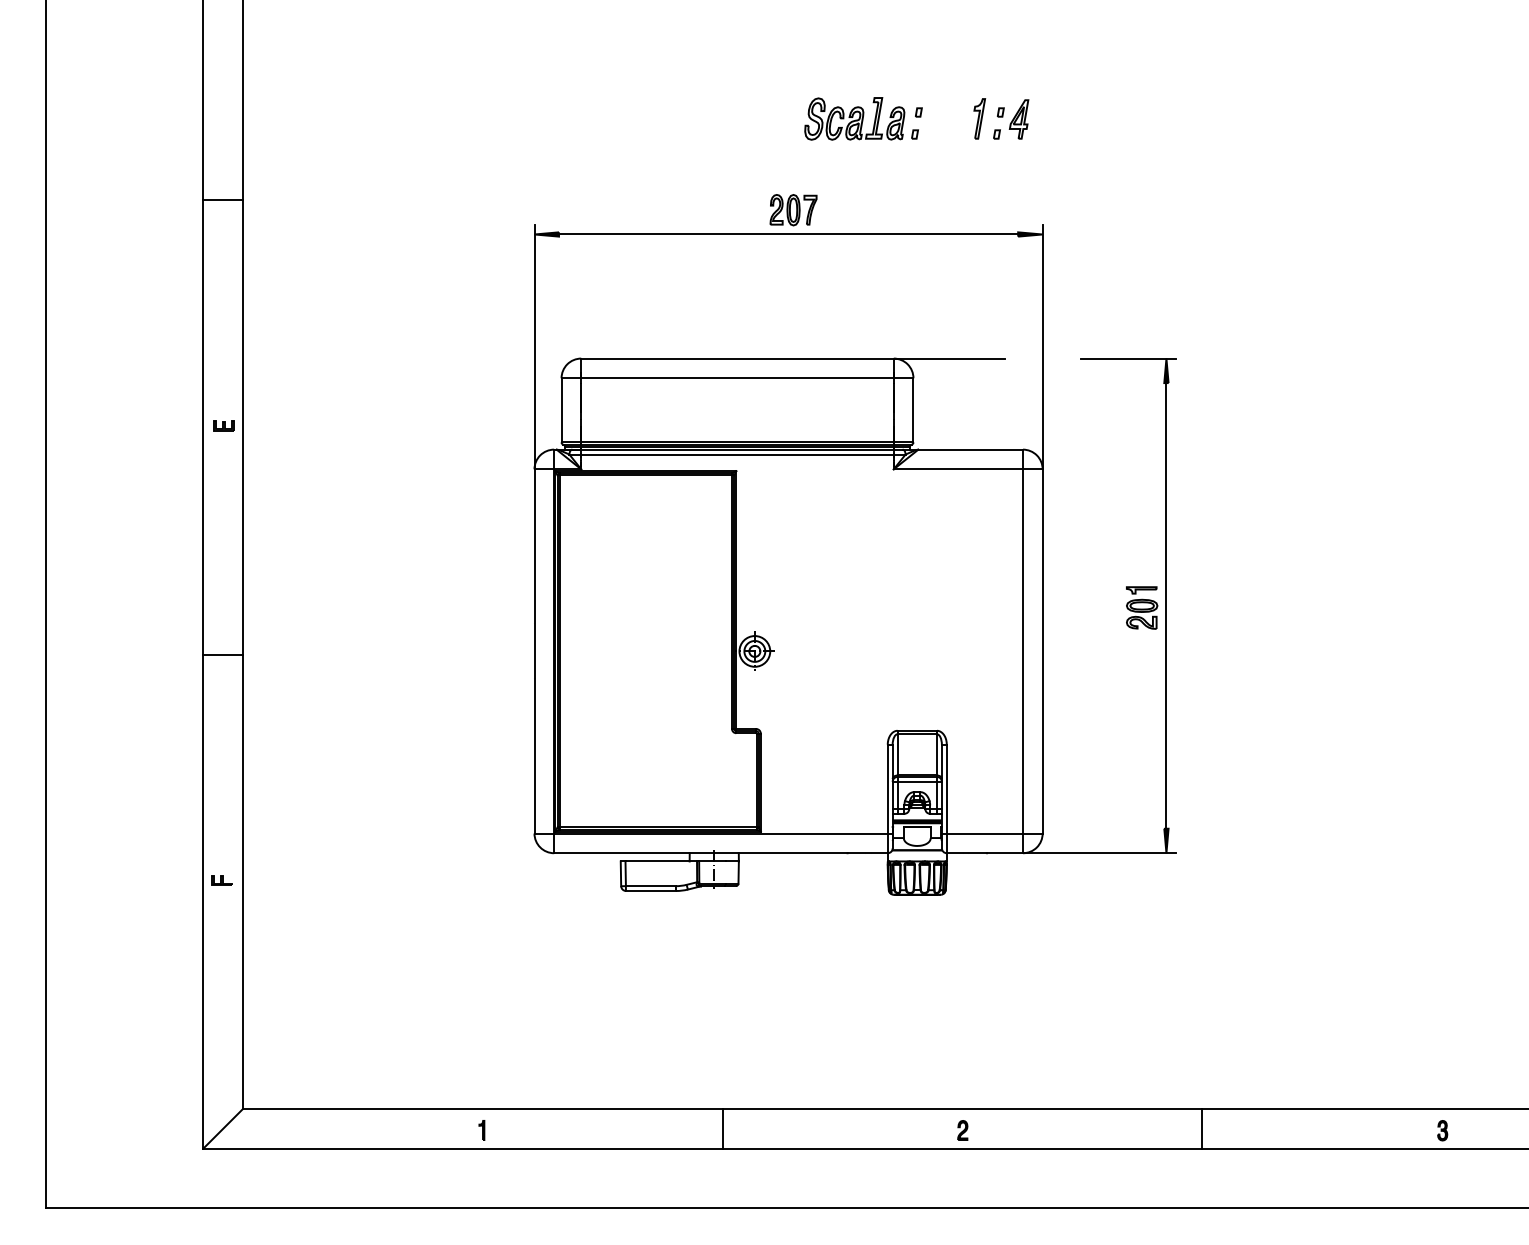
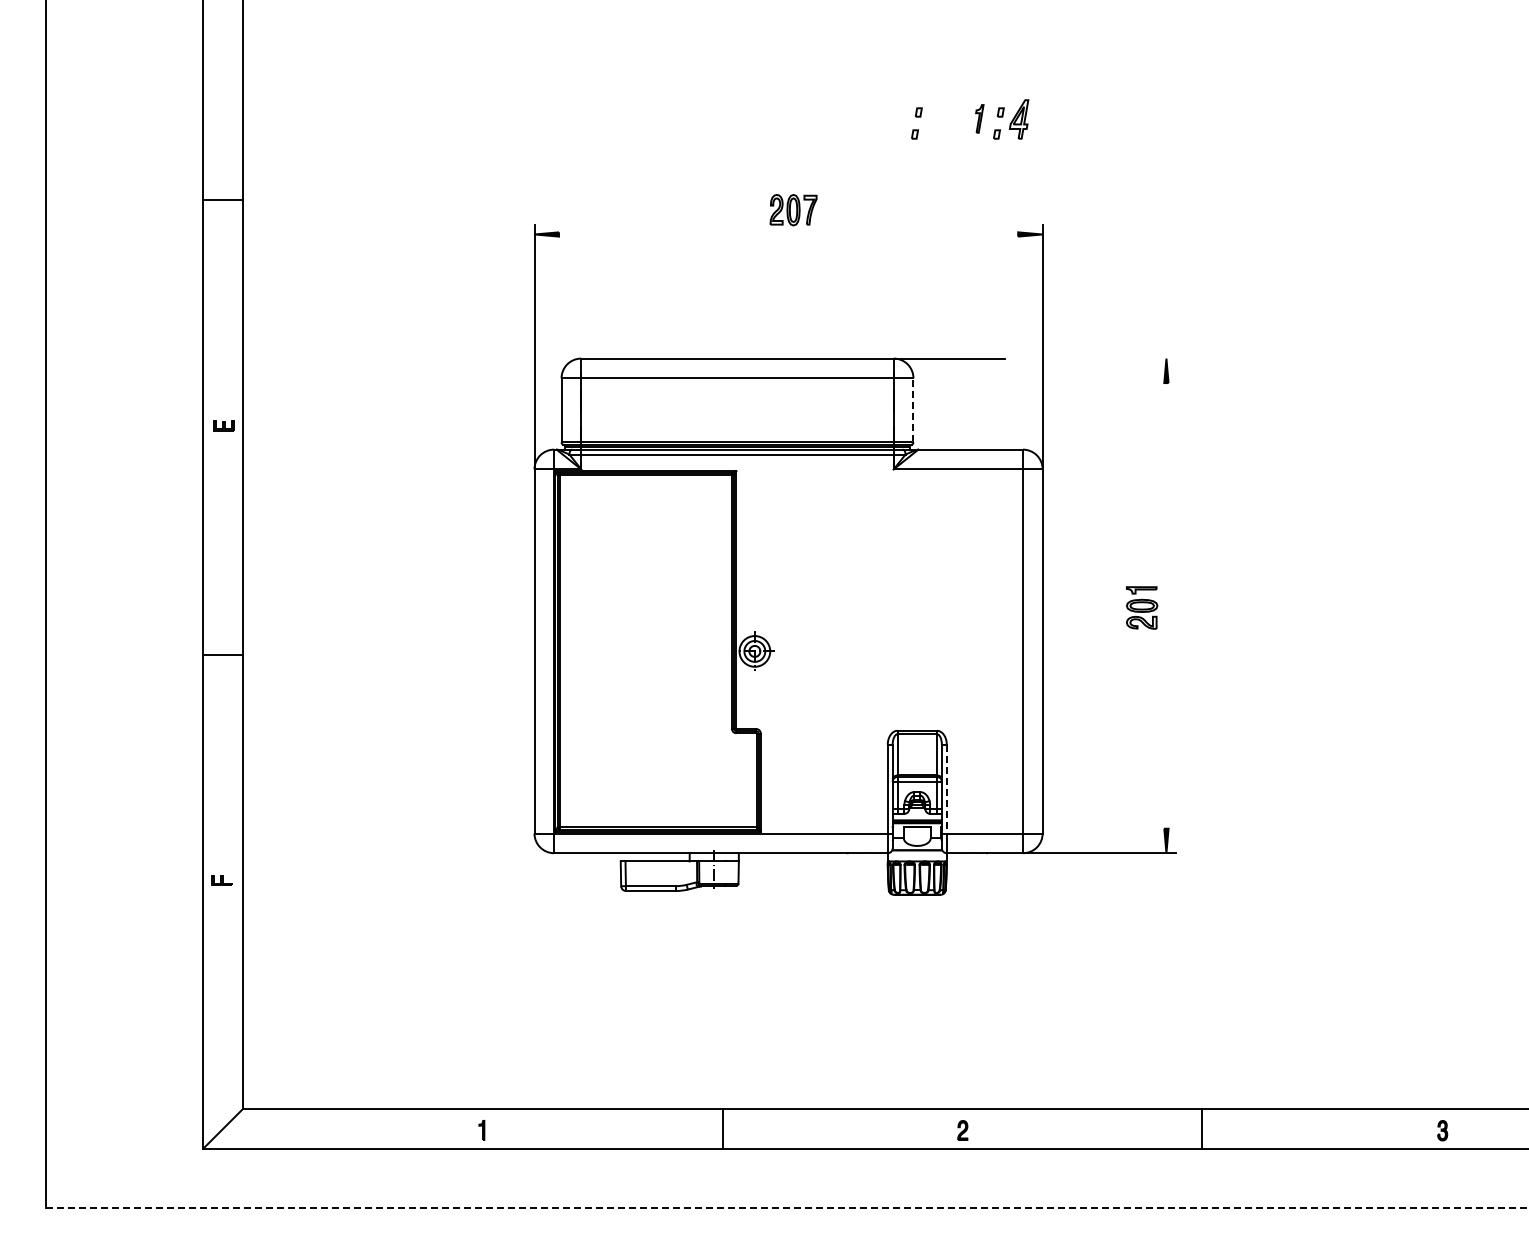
part at (854, 118): present -> none
part at (979, 118) size: 14x42 px -> 10x30 px
line at (788, 234): present -> none
line at (1128, 358): present -> none
line at (913, 409): solid -> dashed
line at (1166, 605): present -> none
line at (946, 789): solid -> dashed
line at (787, 1207): solid -> dashed
